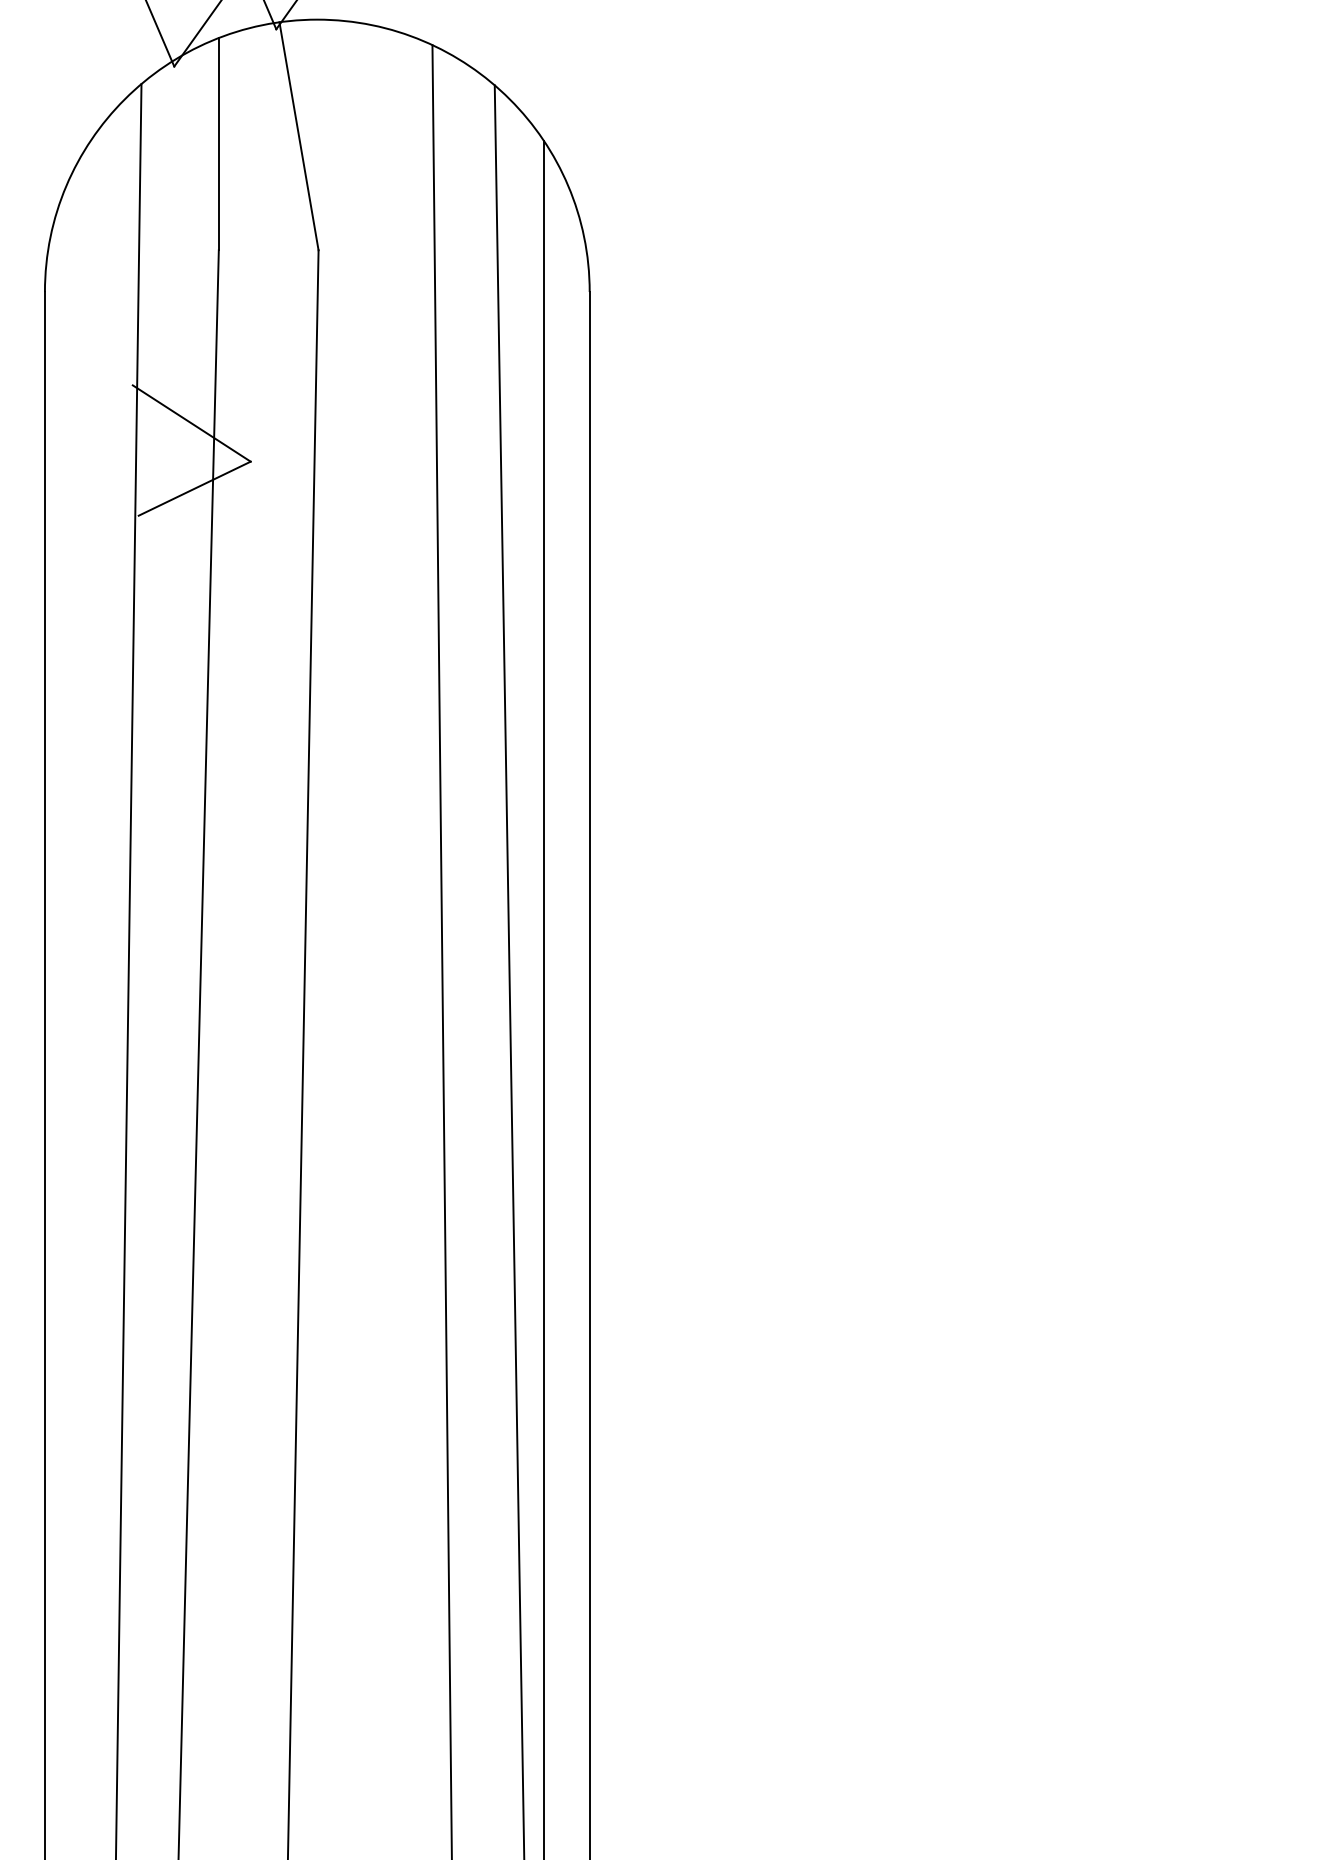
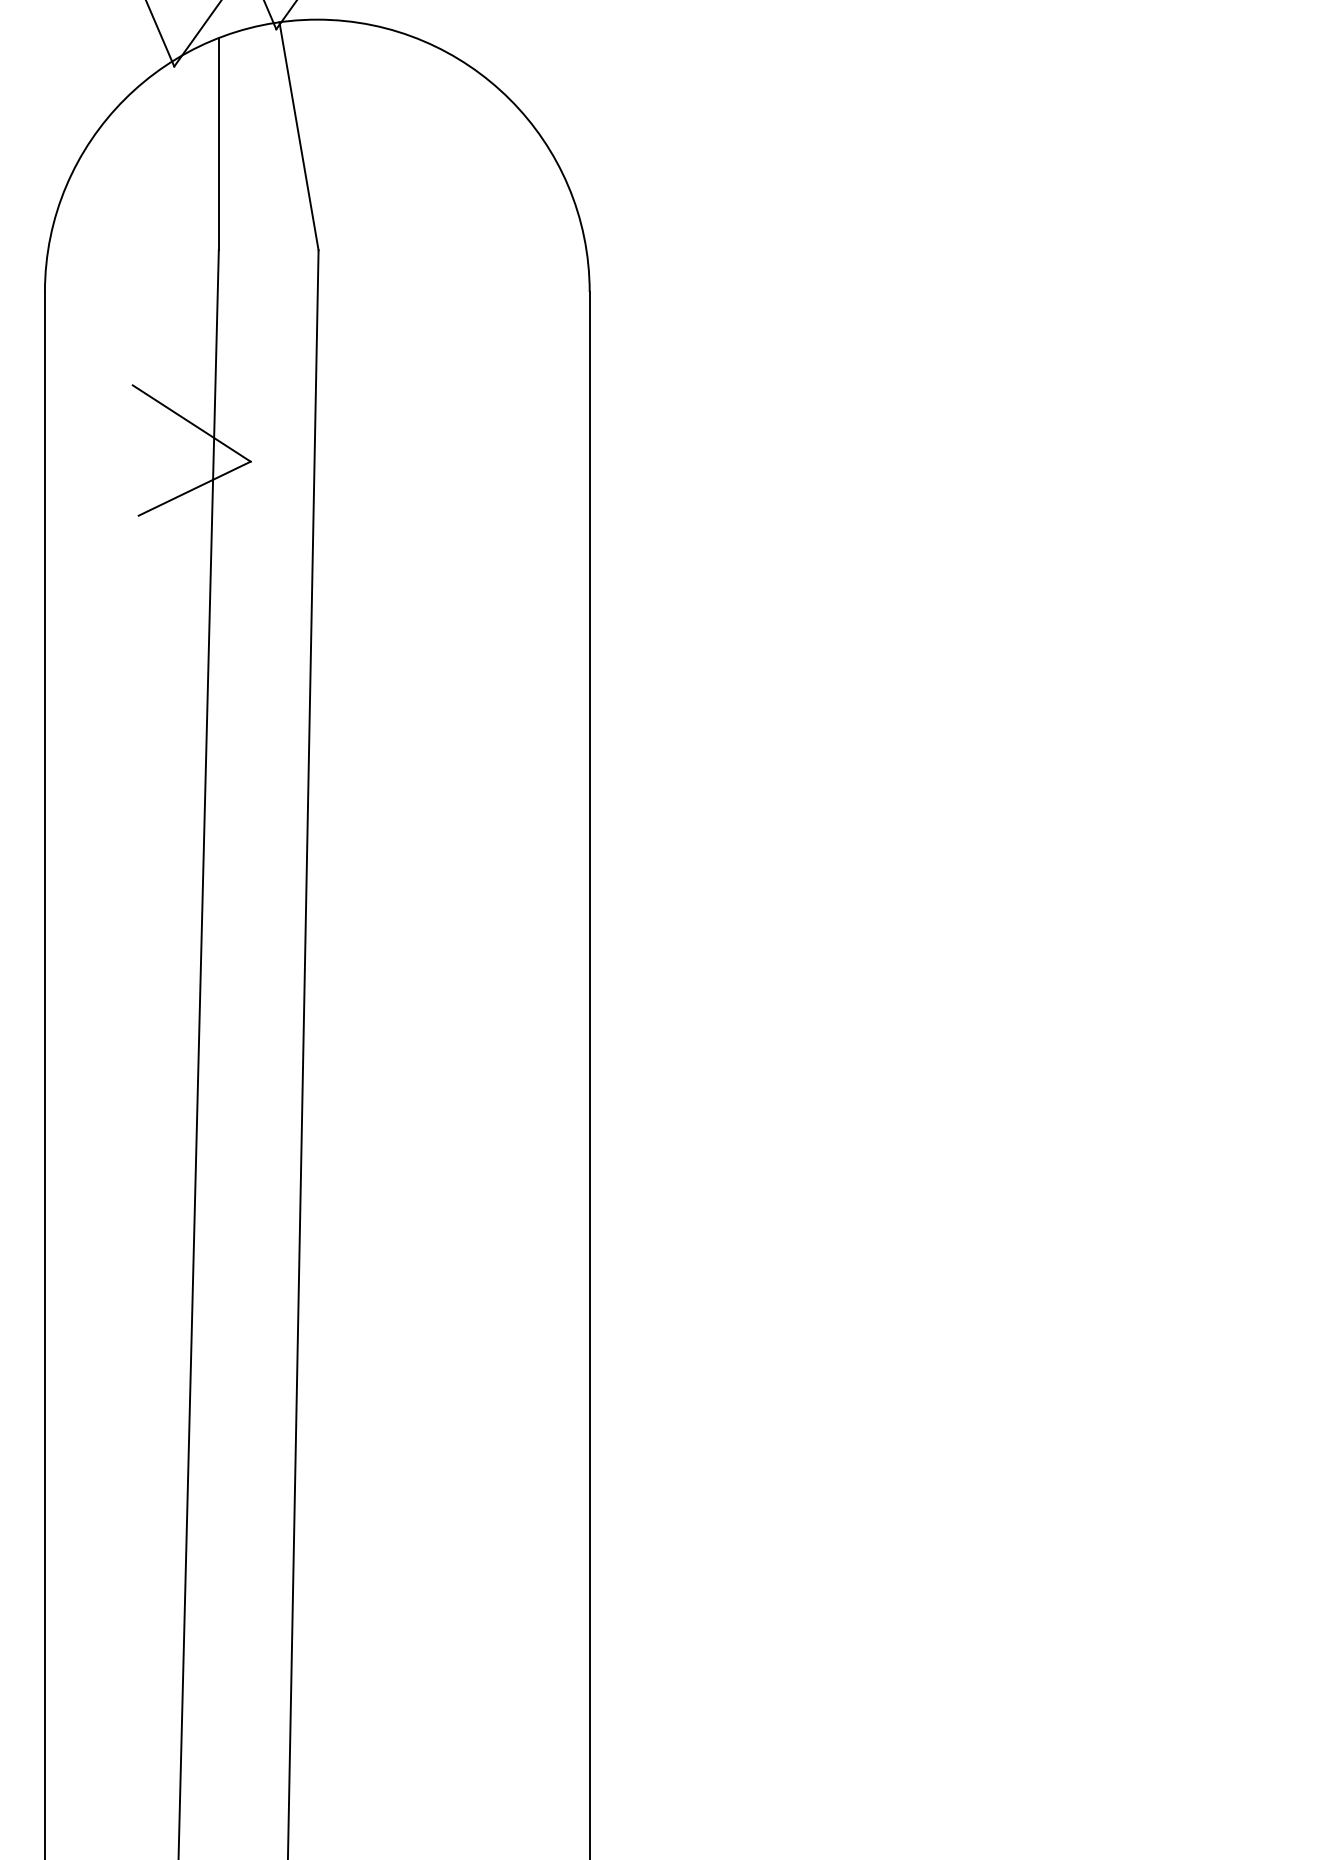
line at (441, 950): present -> none
line at (128, 969): present -> none
line at (509, 970): present -> none
line at (544, 998): present -> none
